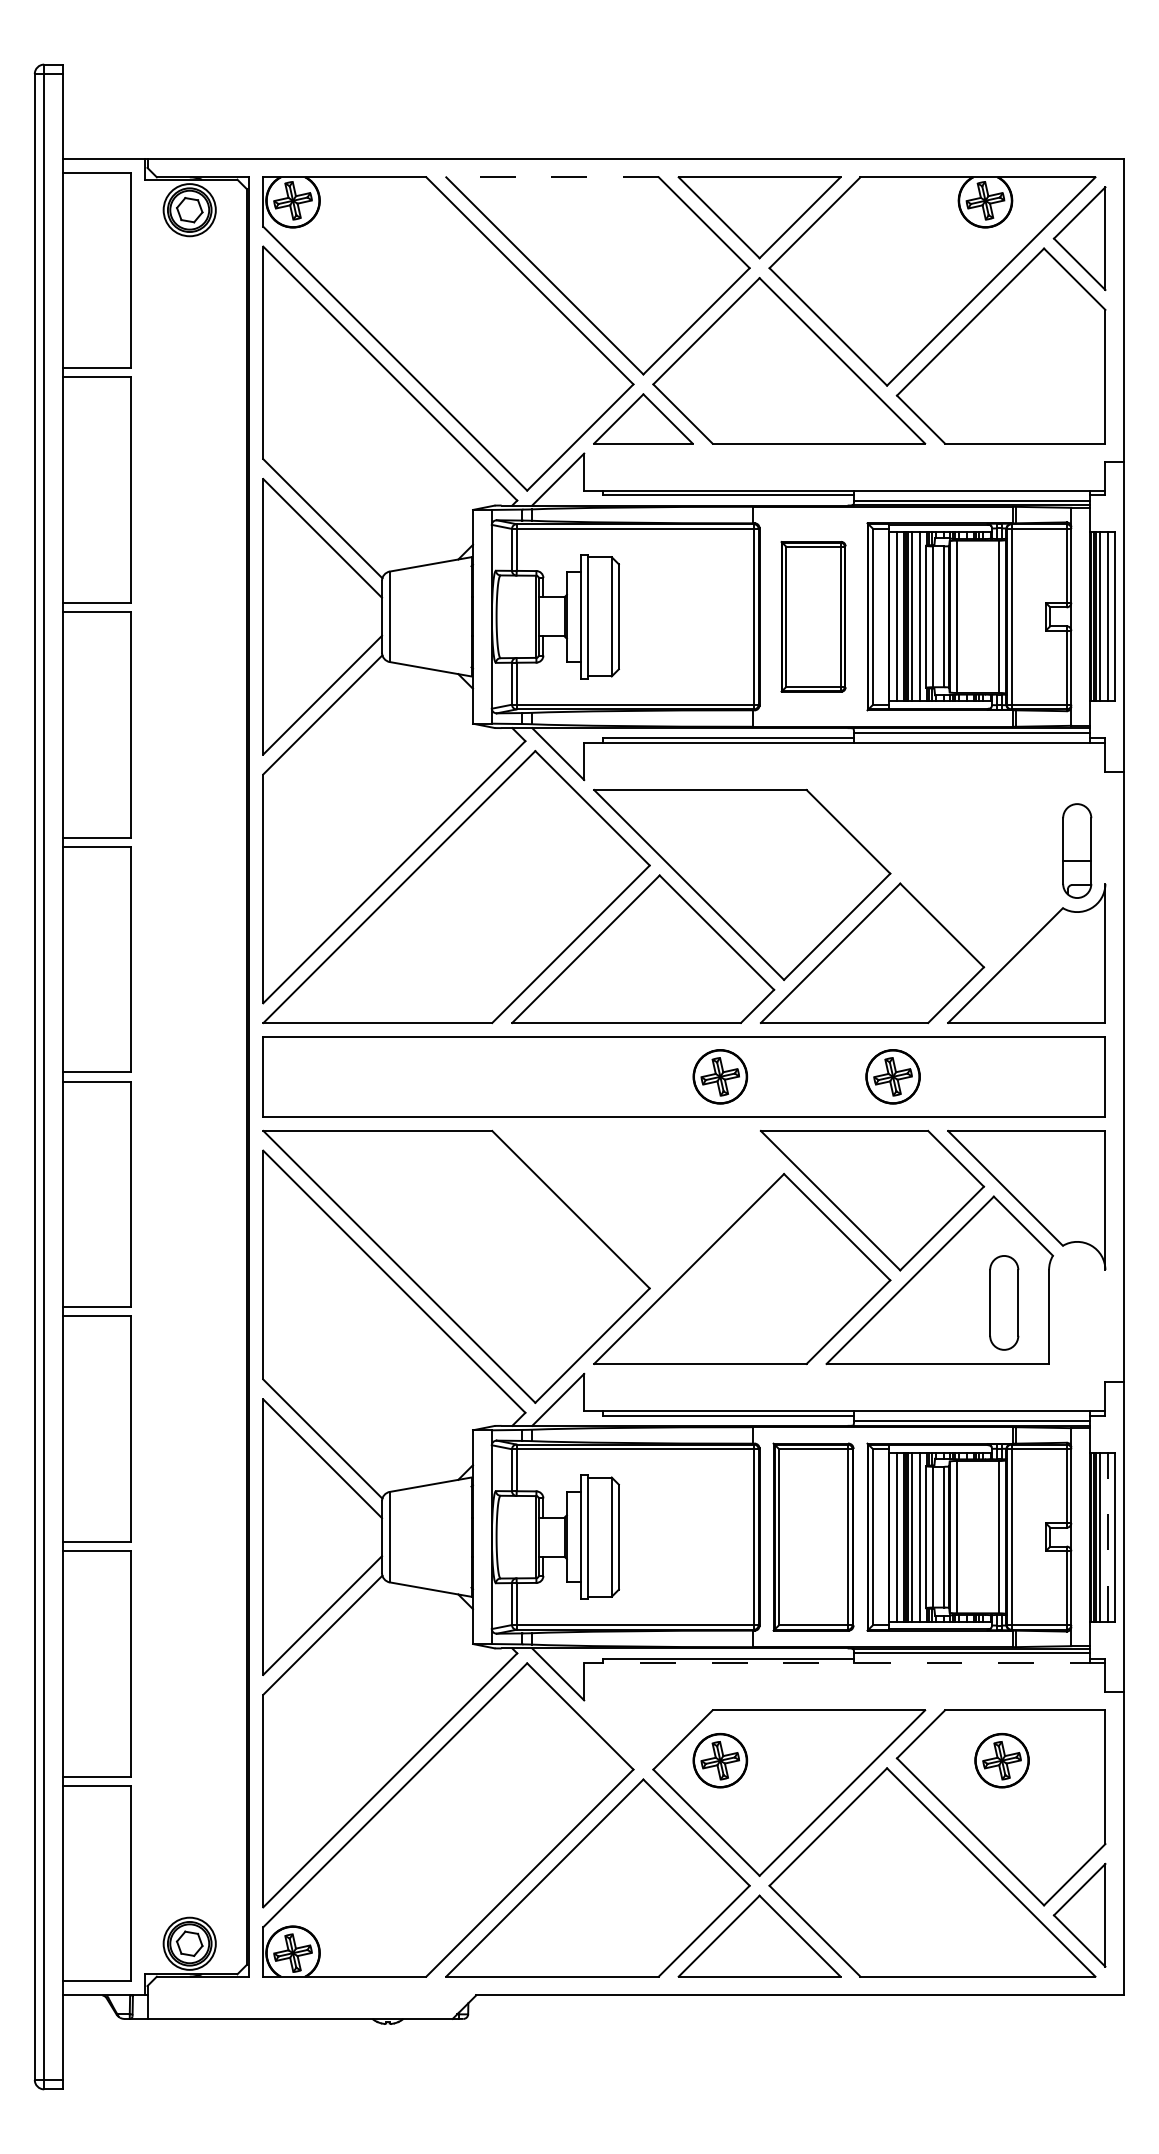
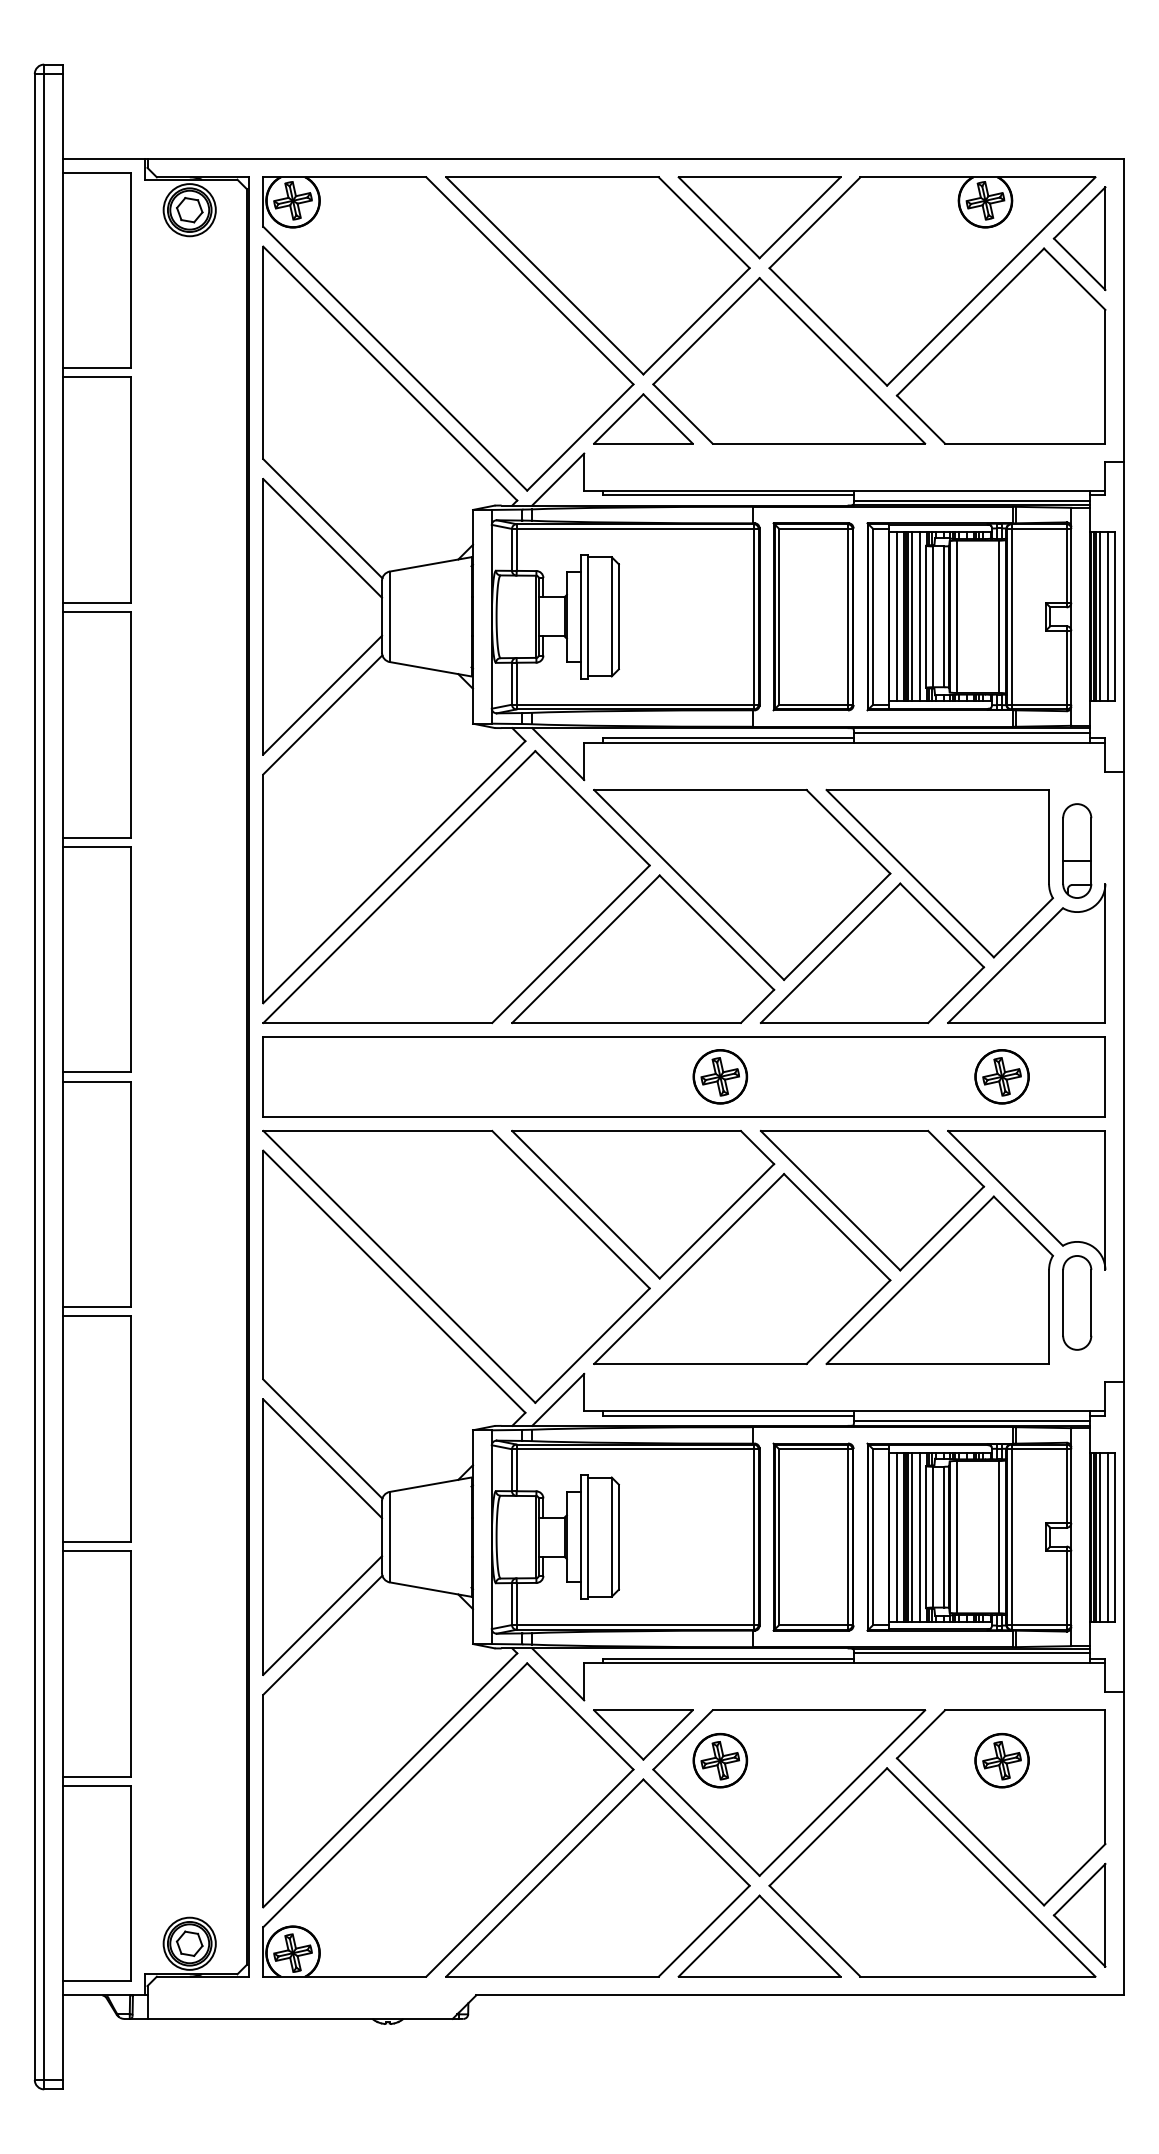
line at (552, 177): dashed -> solid
part at (813, 616) size: 67x152 px -> 83x190 px
part at (939, 873): none -> present
part at (892, 1076) position: (892, 1076) -> (1001, 1076)
part at (643, 1204): none -> present
part at (1004, 1302) position: (1004, 1302) -> (1077, 1302)
line at (1108, 1537): dashed -> solid
line at (844, 1663): dashed -> solid
part at (643, 1734): none -> present
